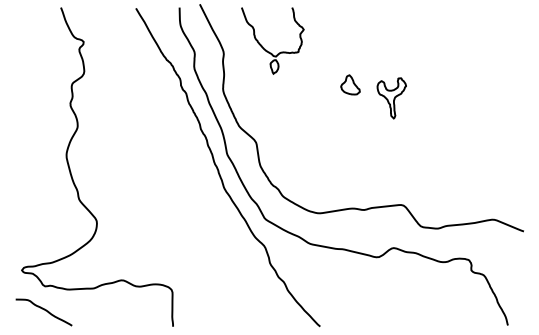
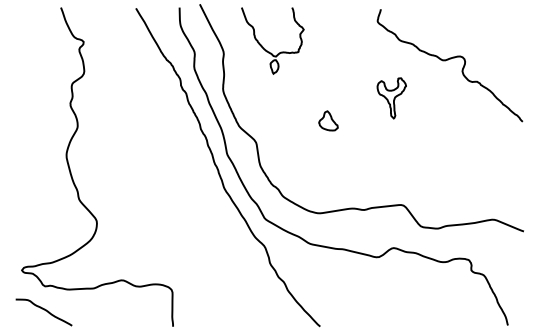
curve at (448, 60): none -> present
part at (350, 84) position: (350, 84) -> (328, 120)
